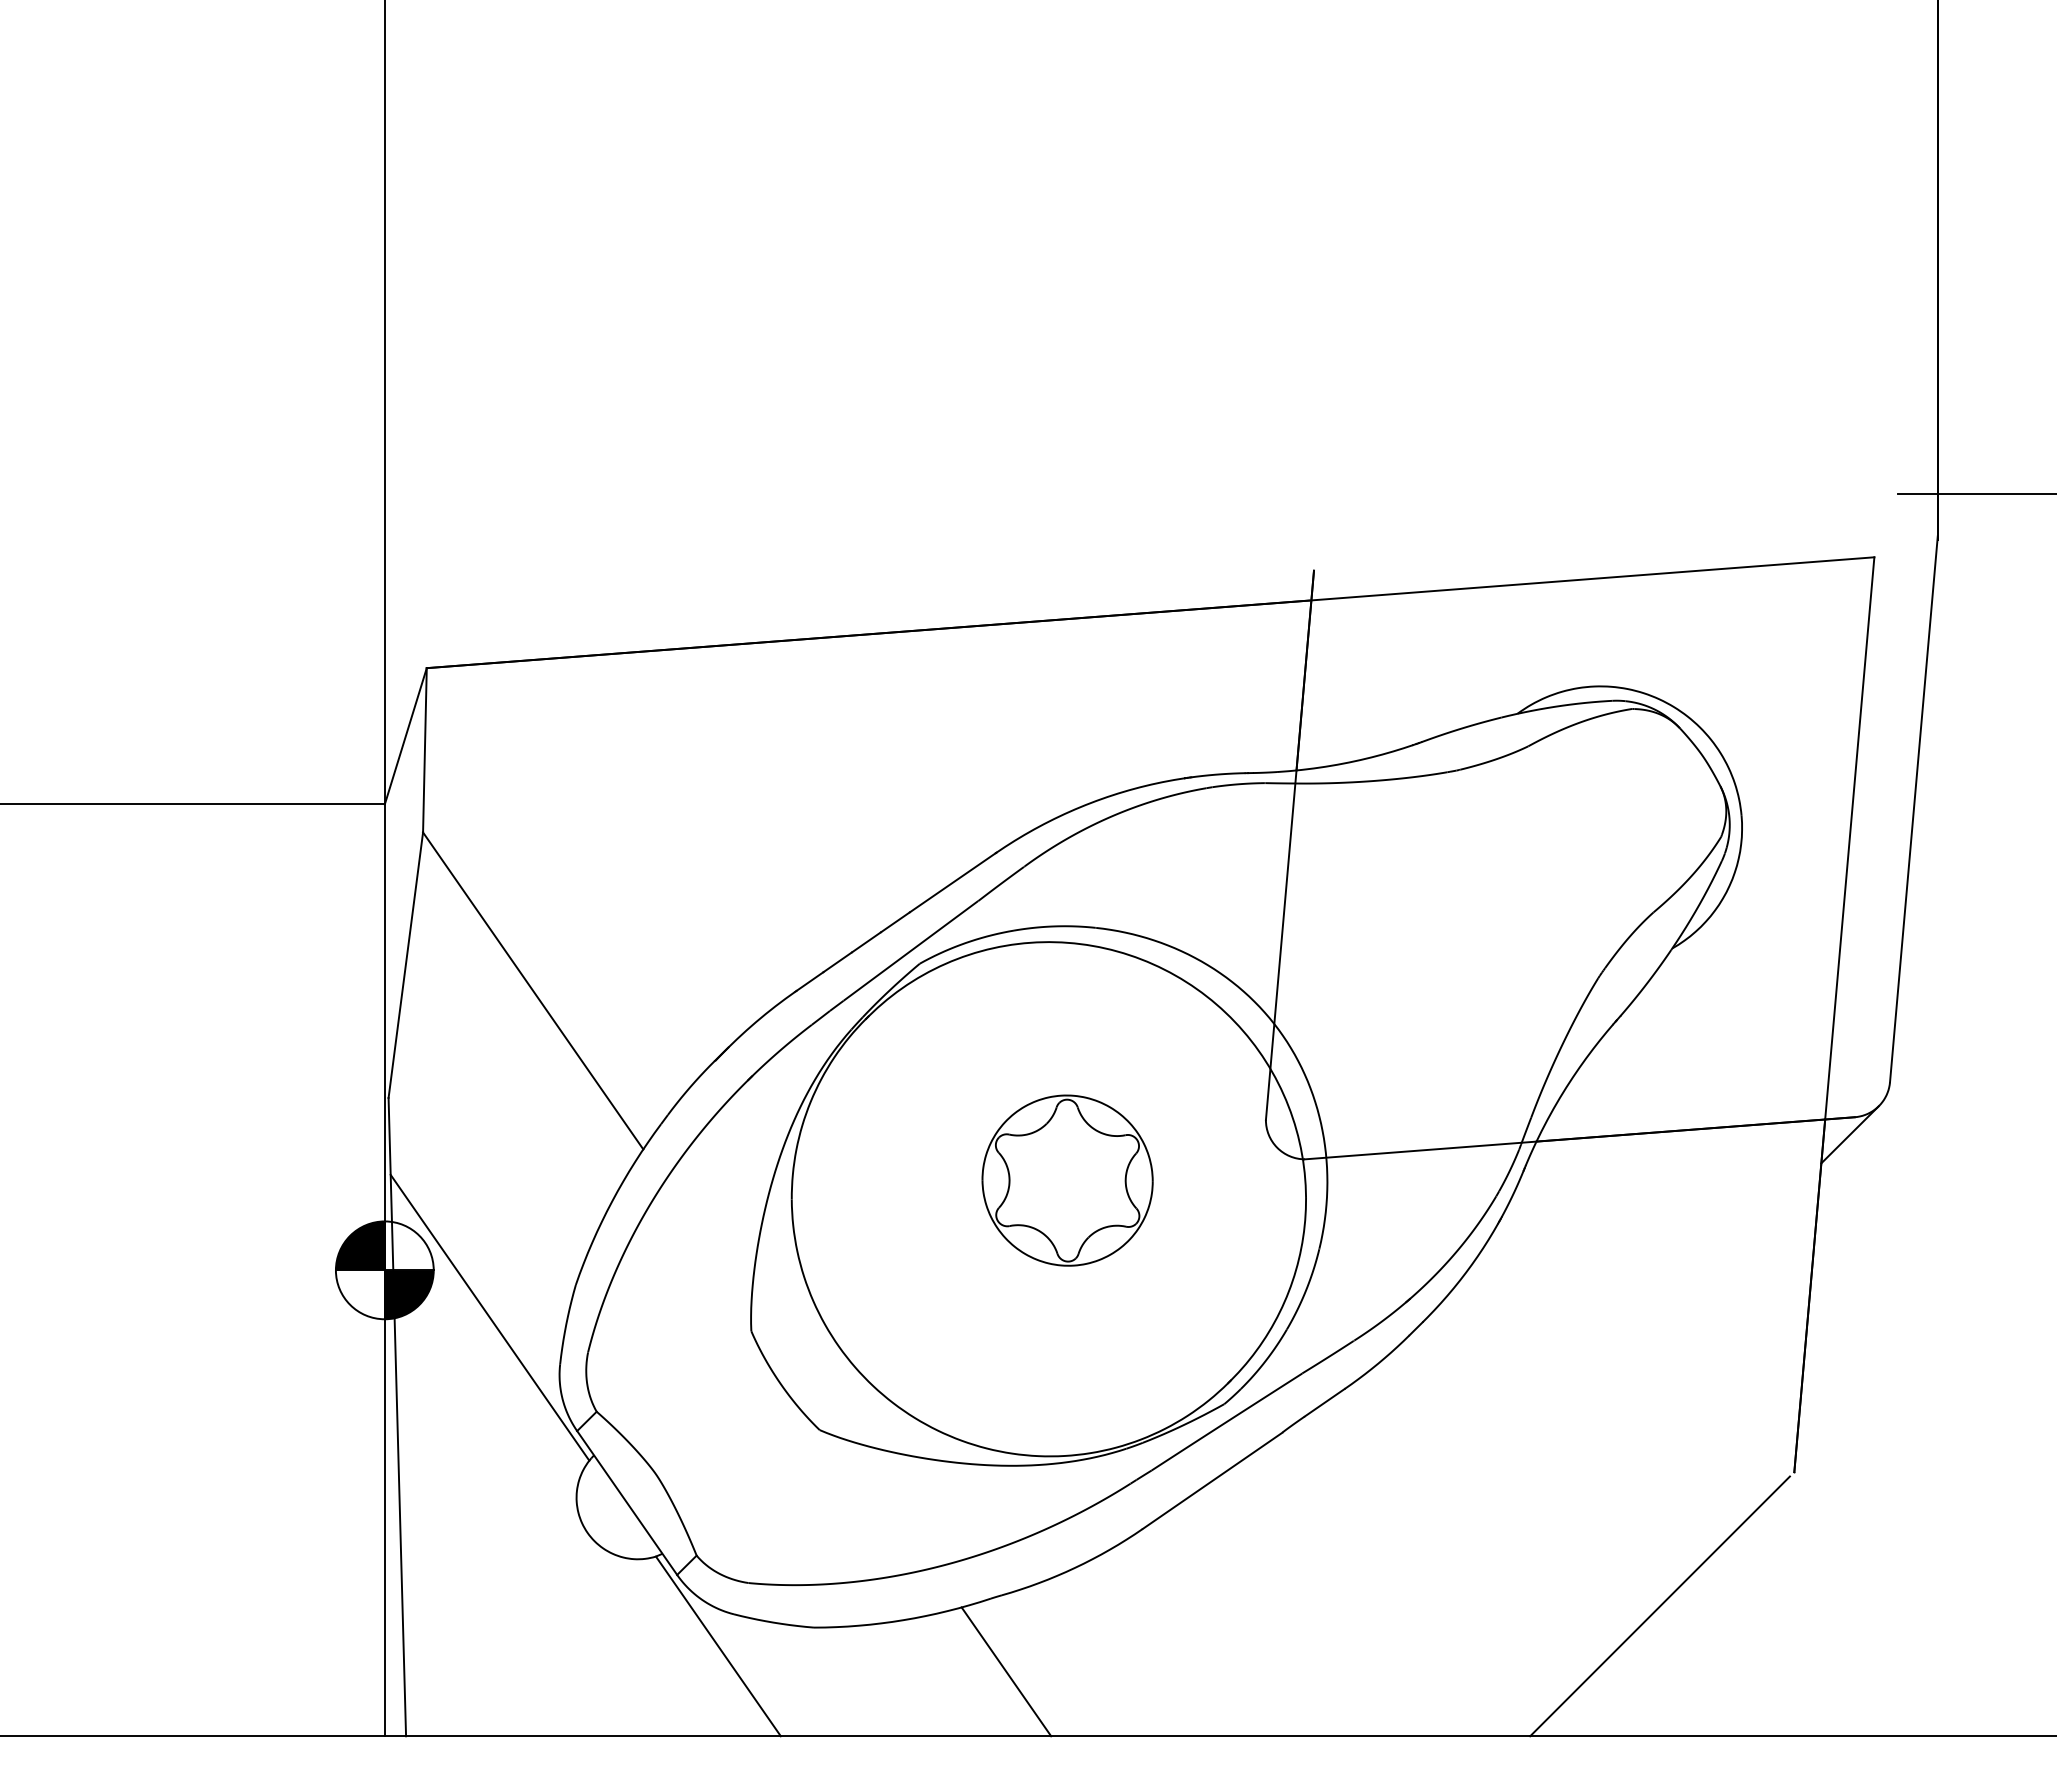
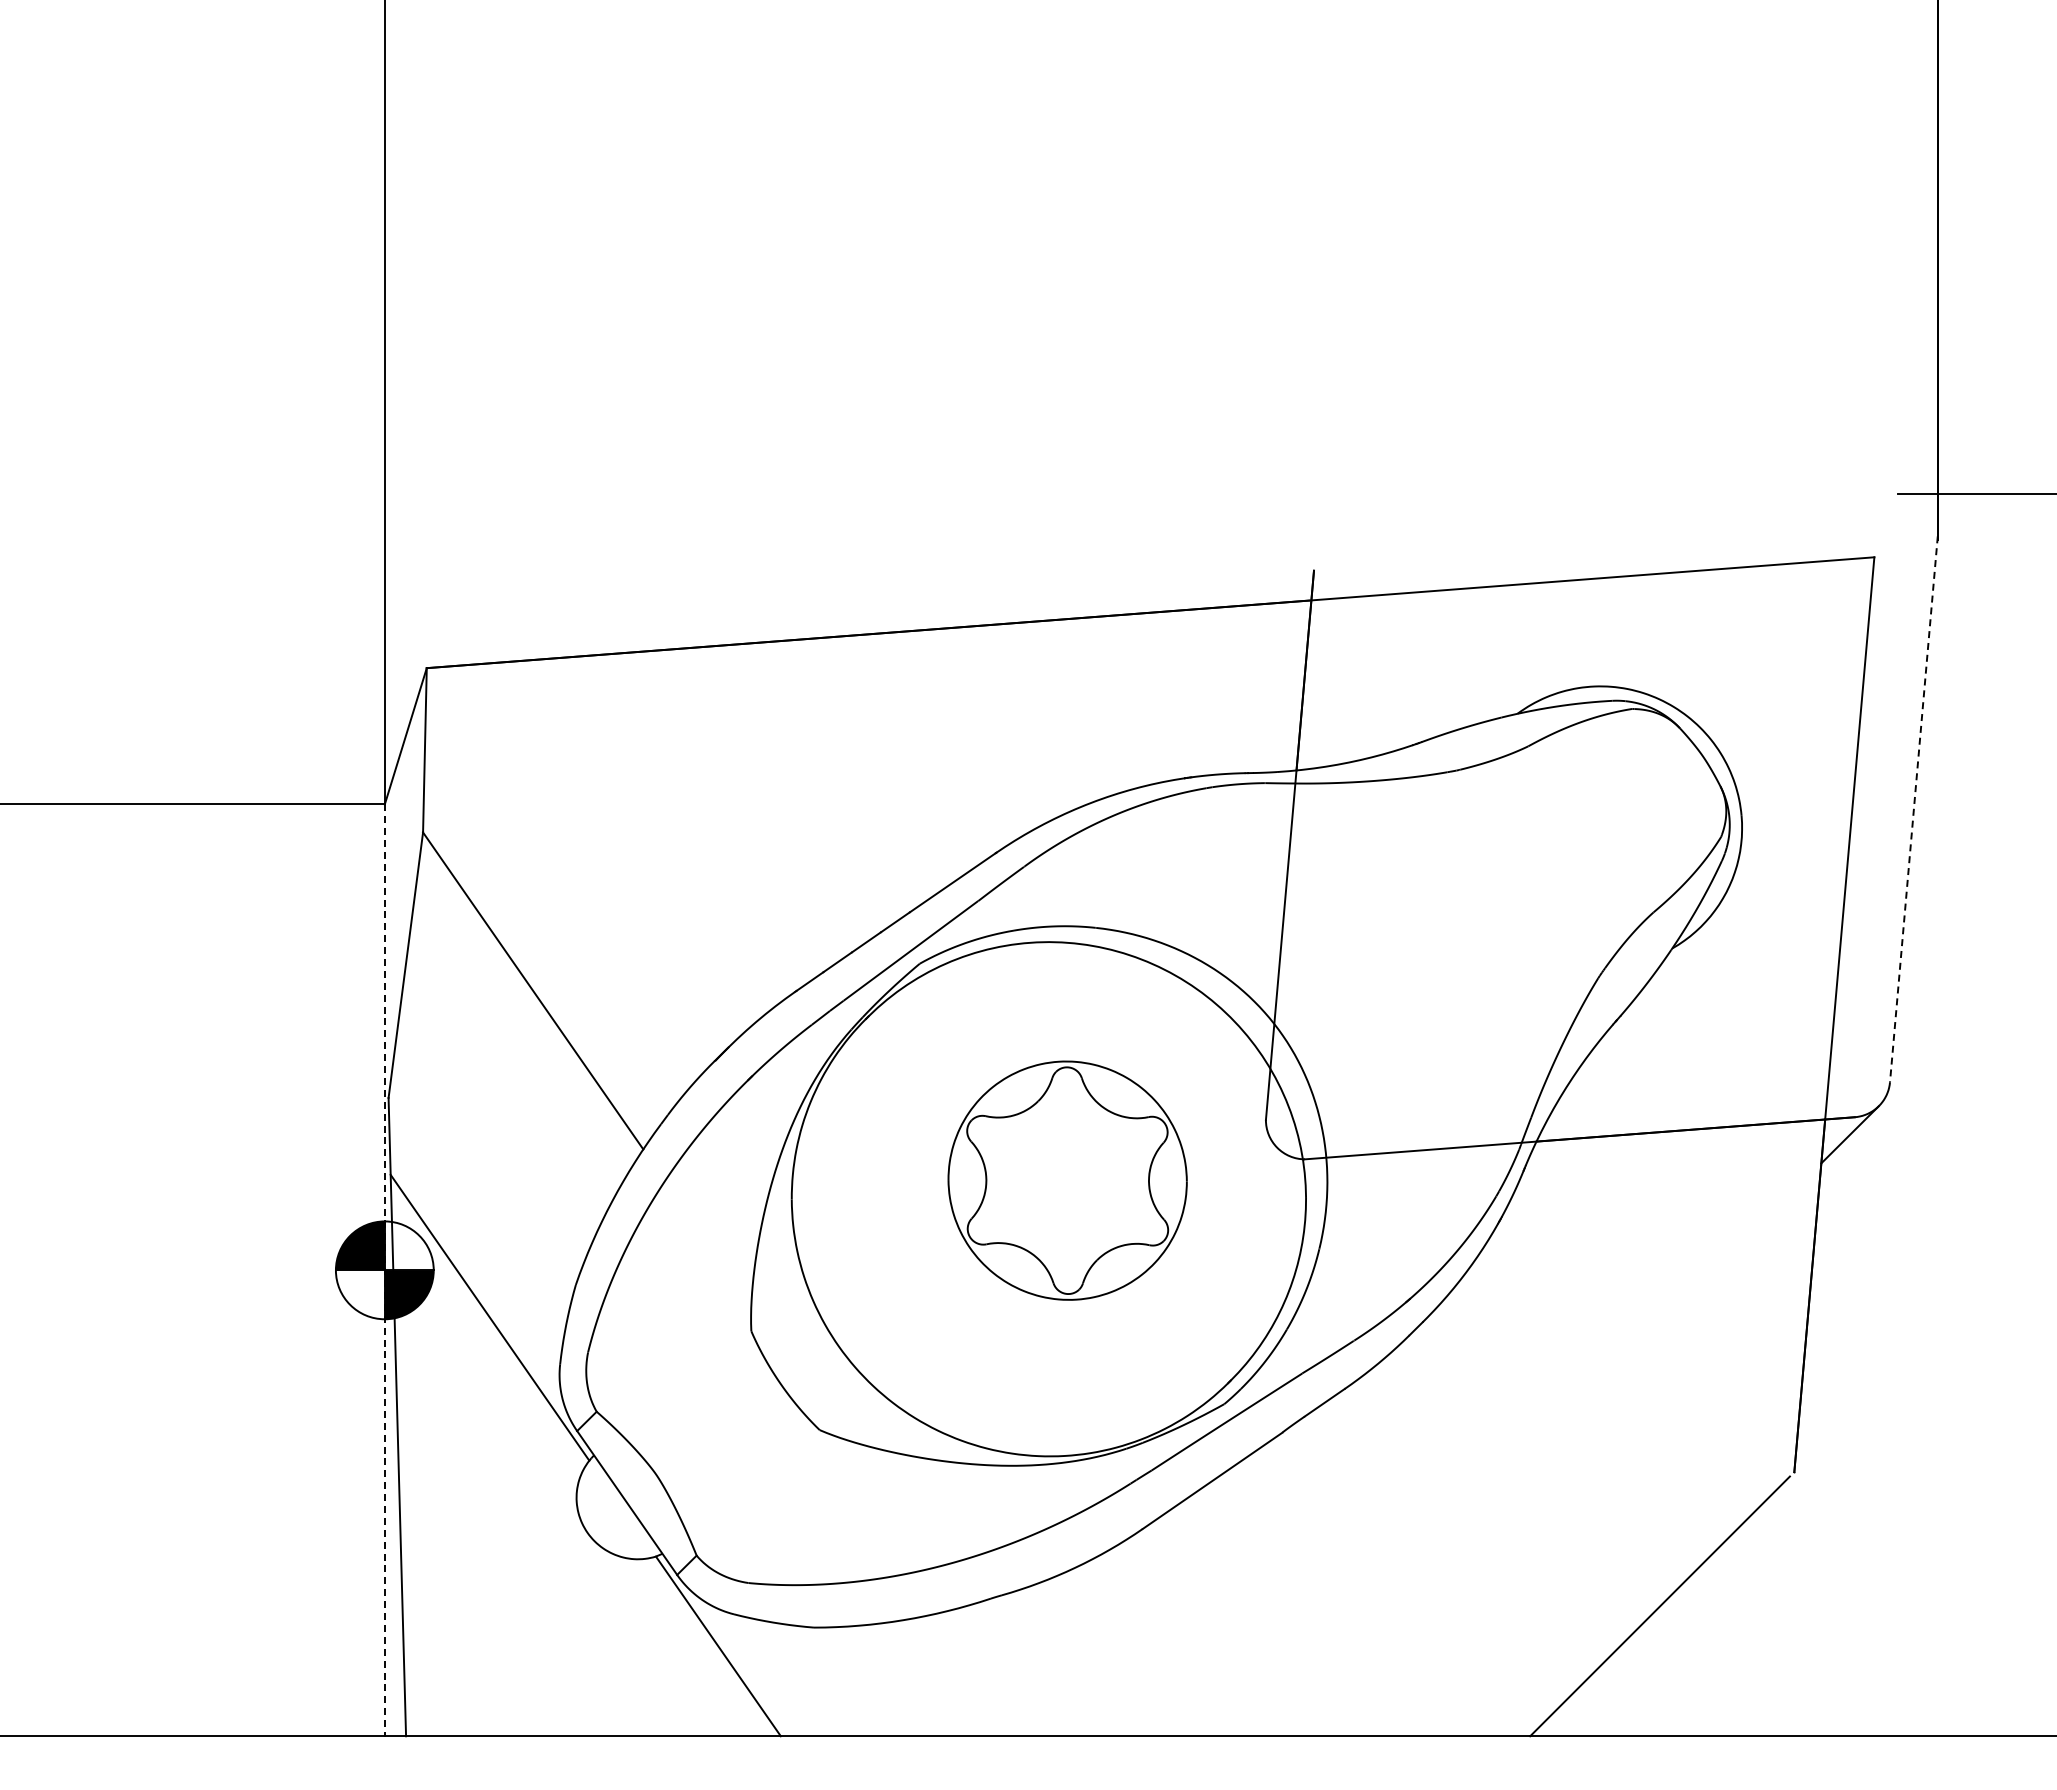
line at (1913, 809): solid -> dashed
part at (1067, 1180) size: 173x173 px -> 241x241 px
line at (384, 1270): solid -> dashed
line at (1006, 1671): present -> none
